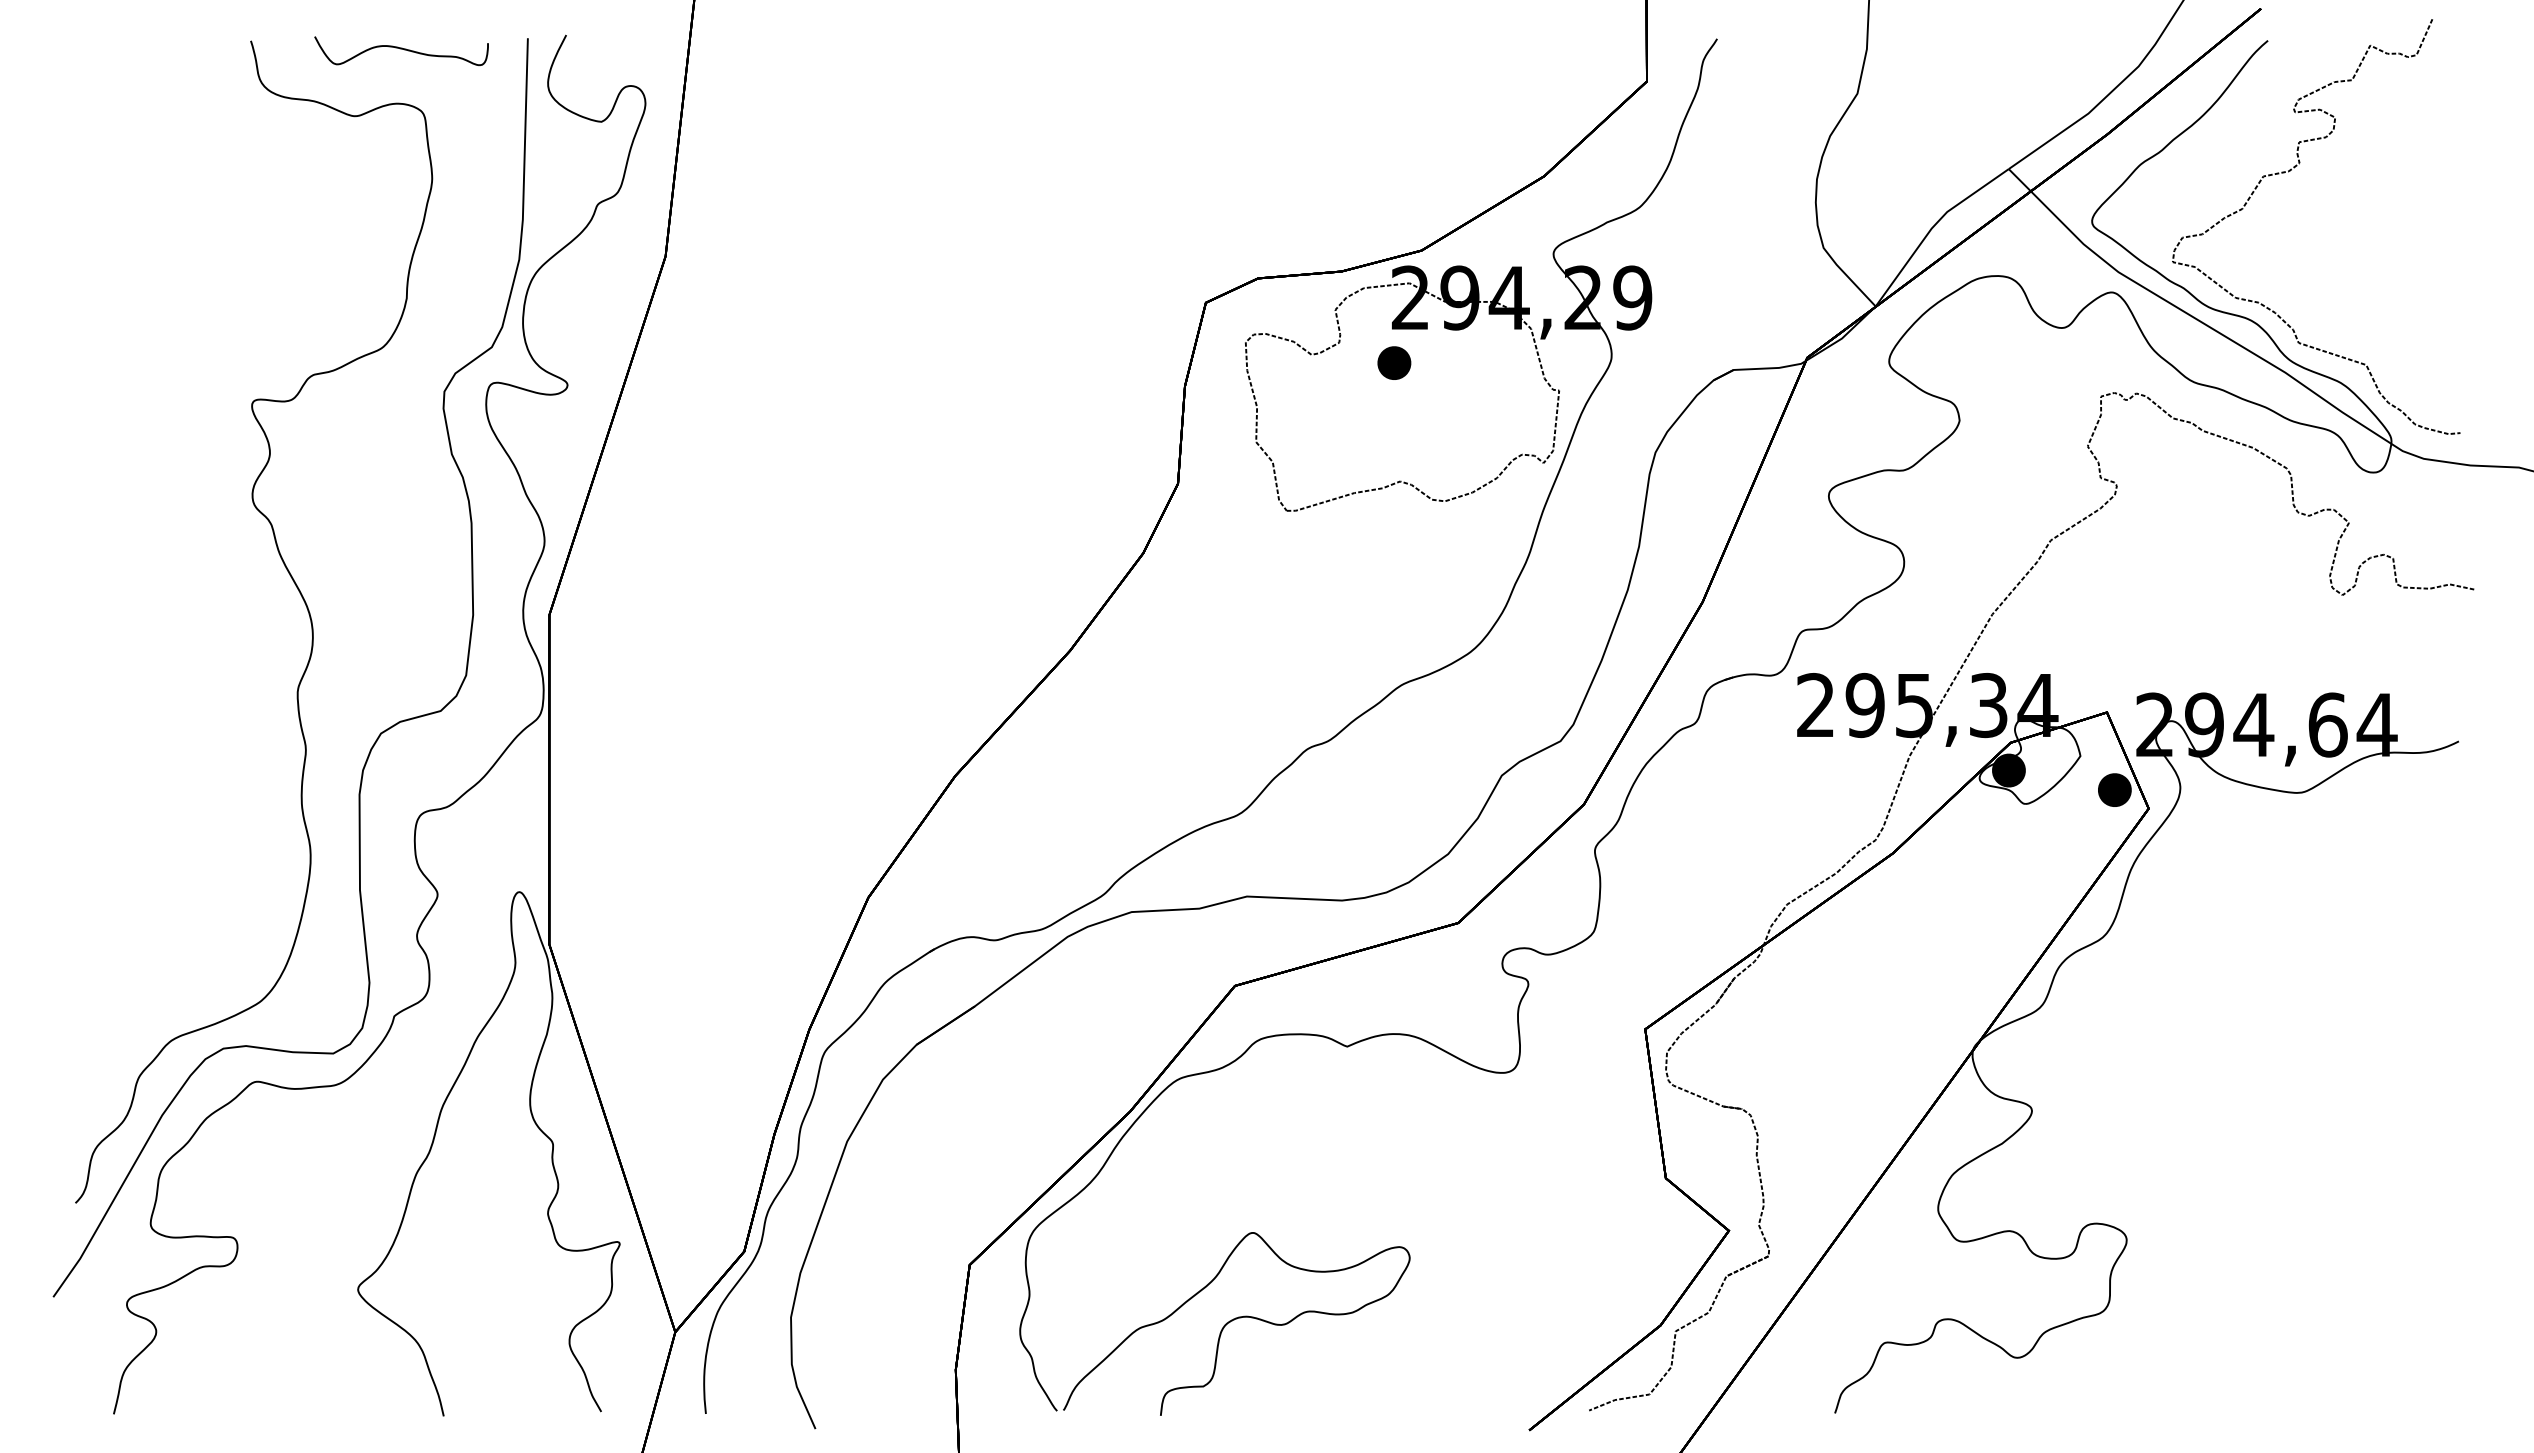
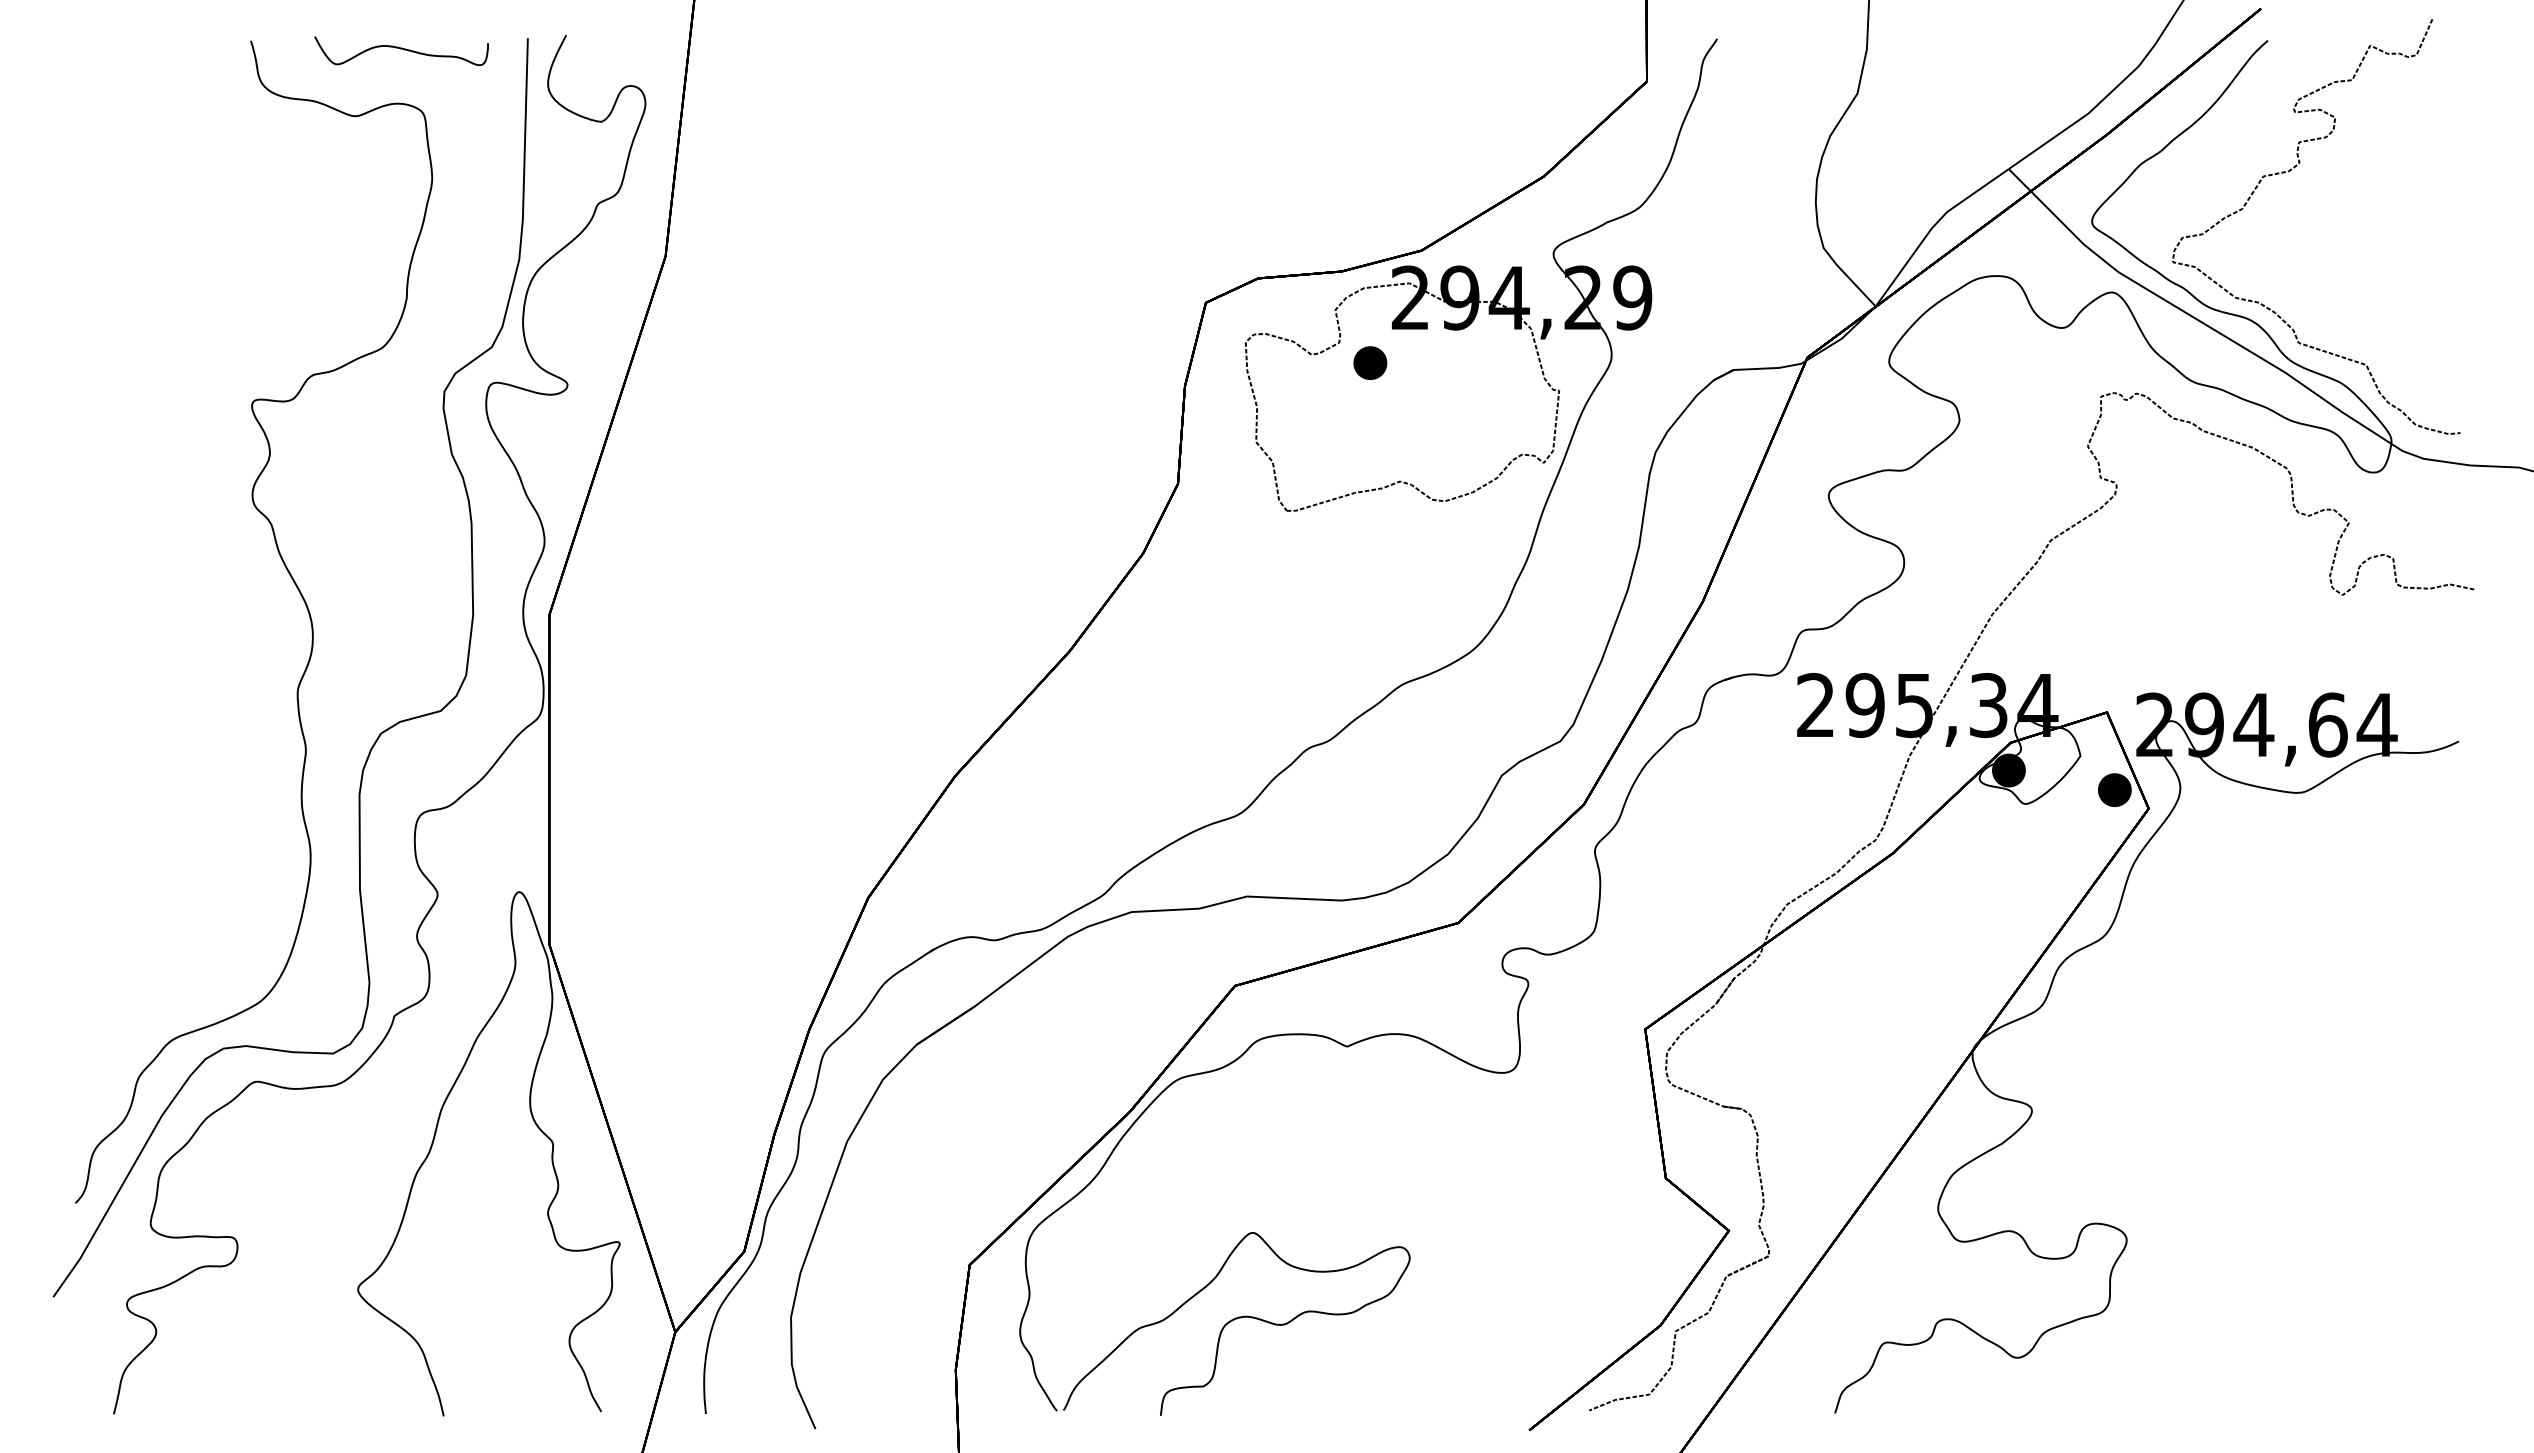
part at (1394, 362) position: (1394, 362) -> (1370, 362)
